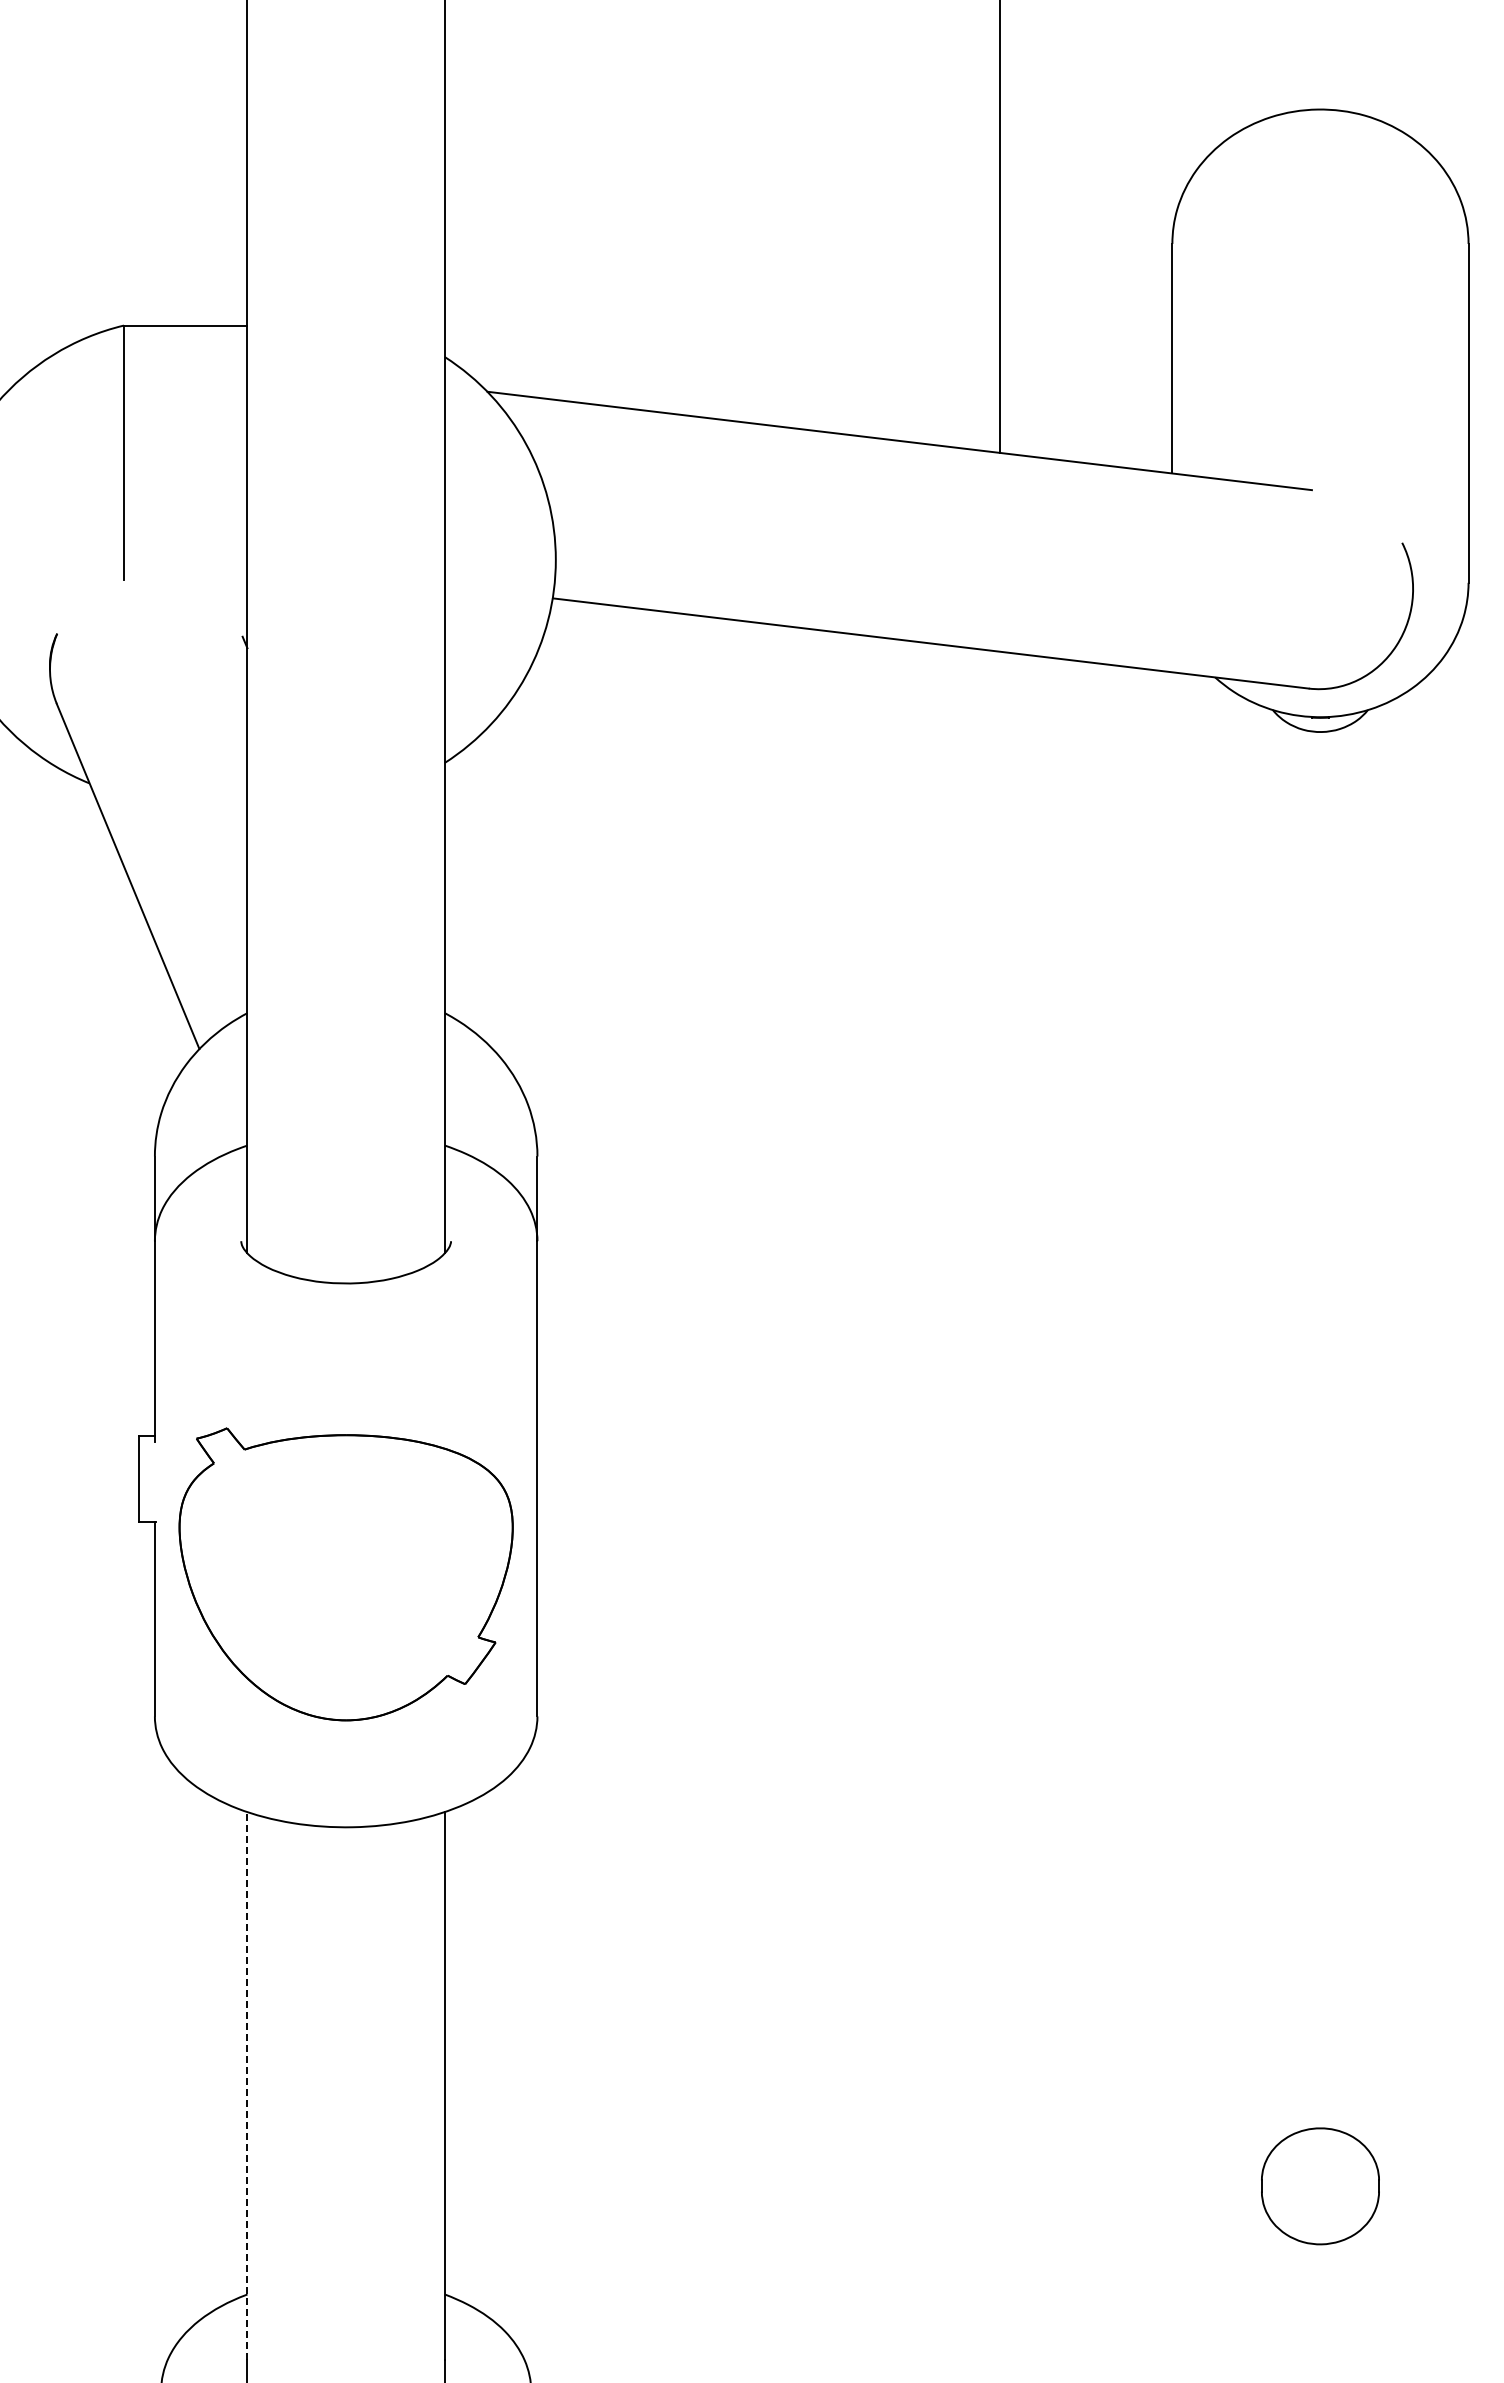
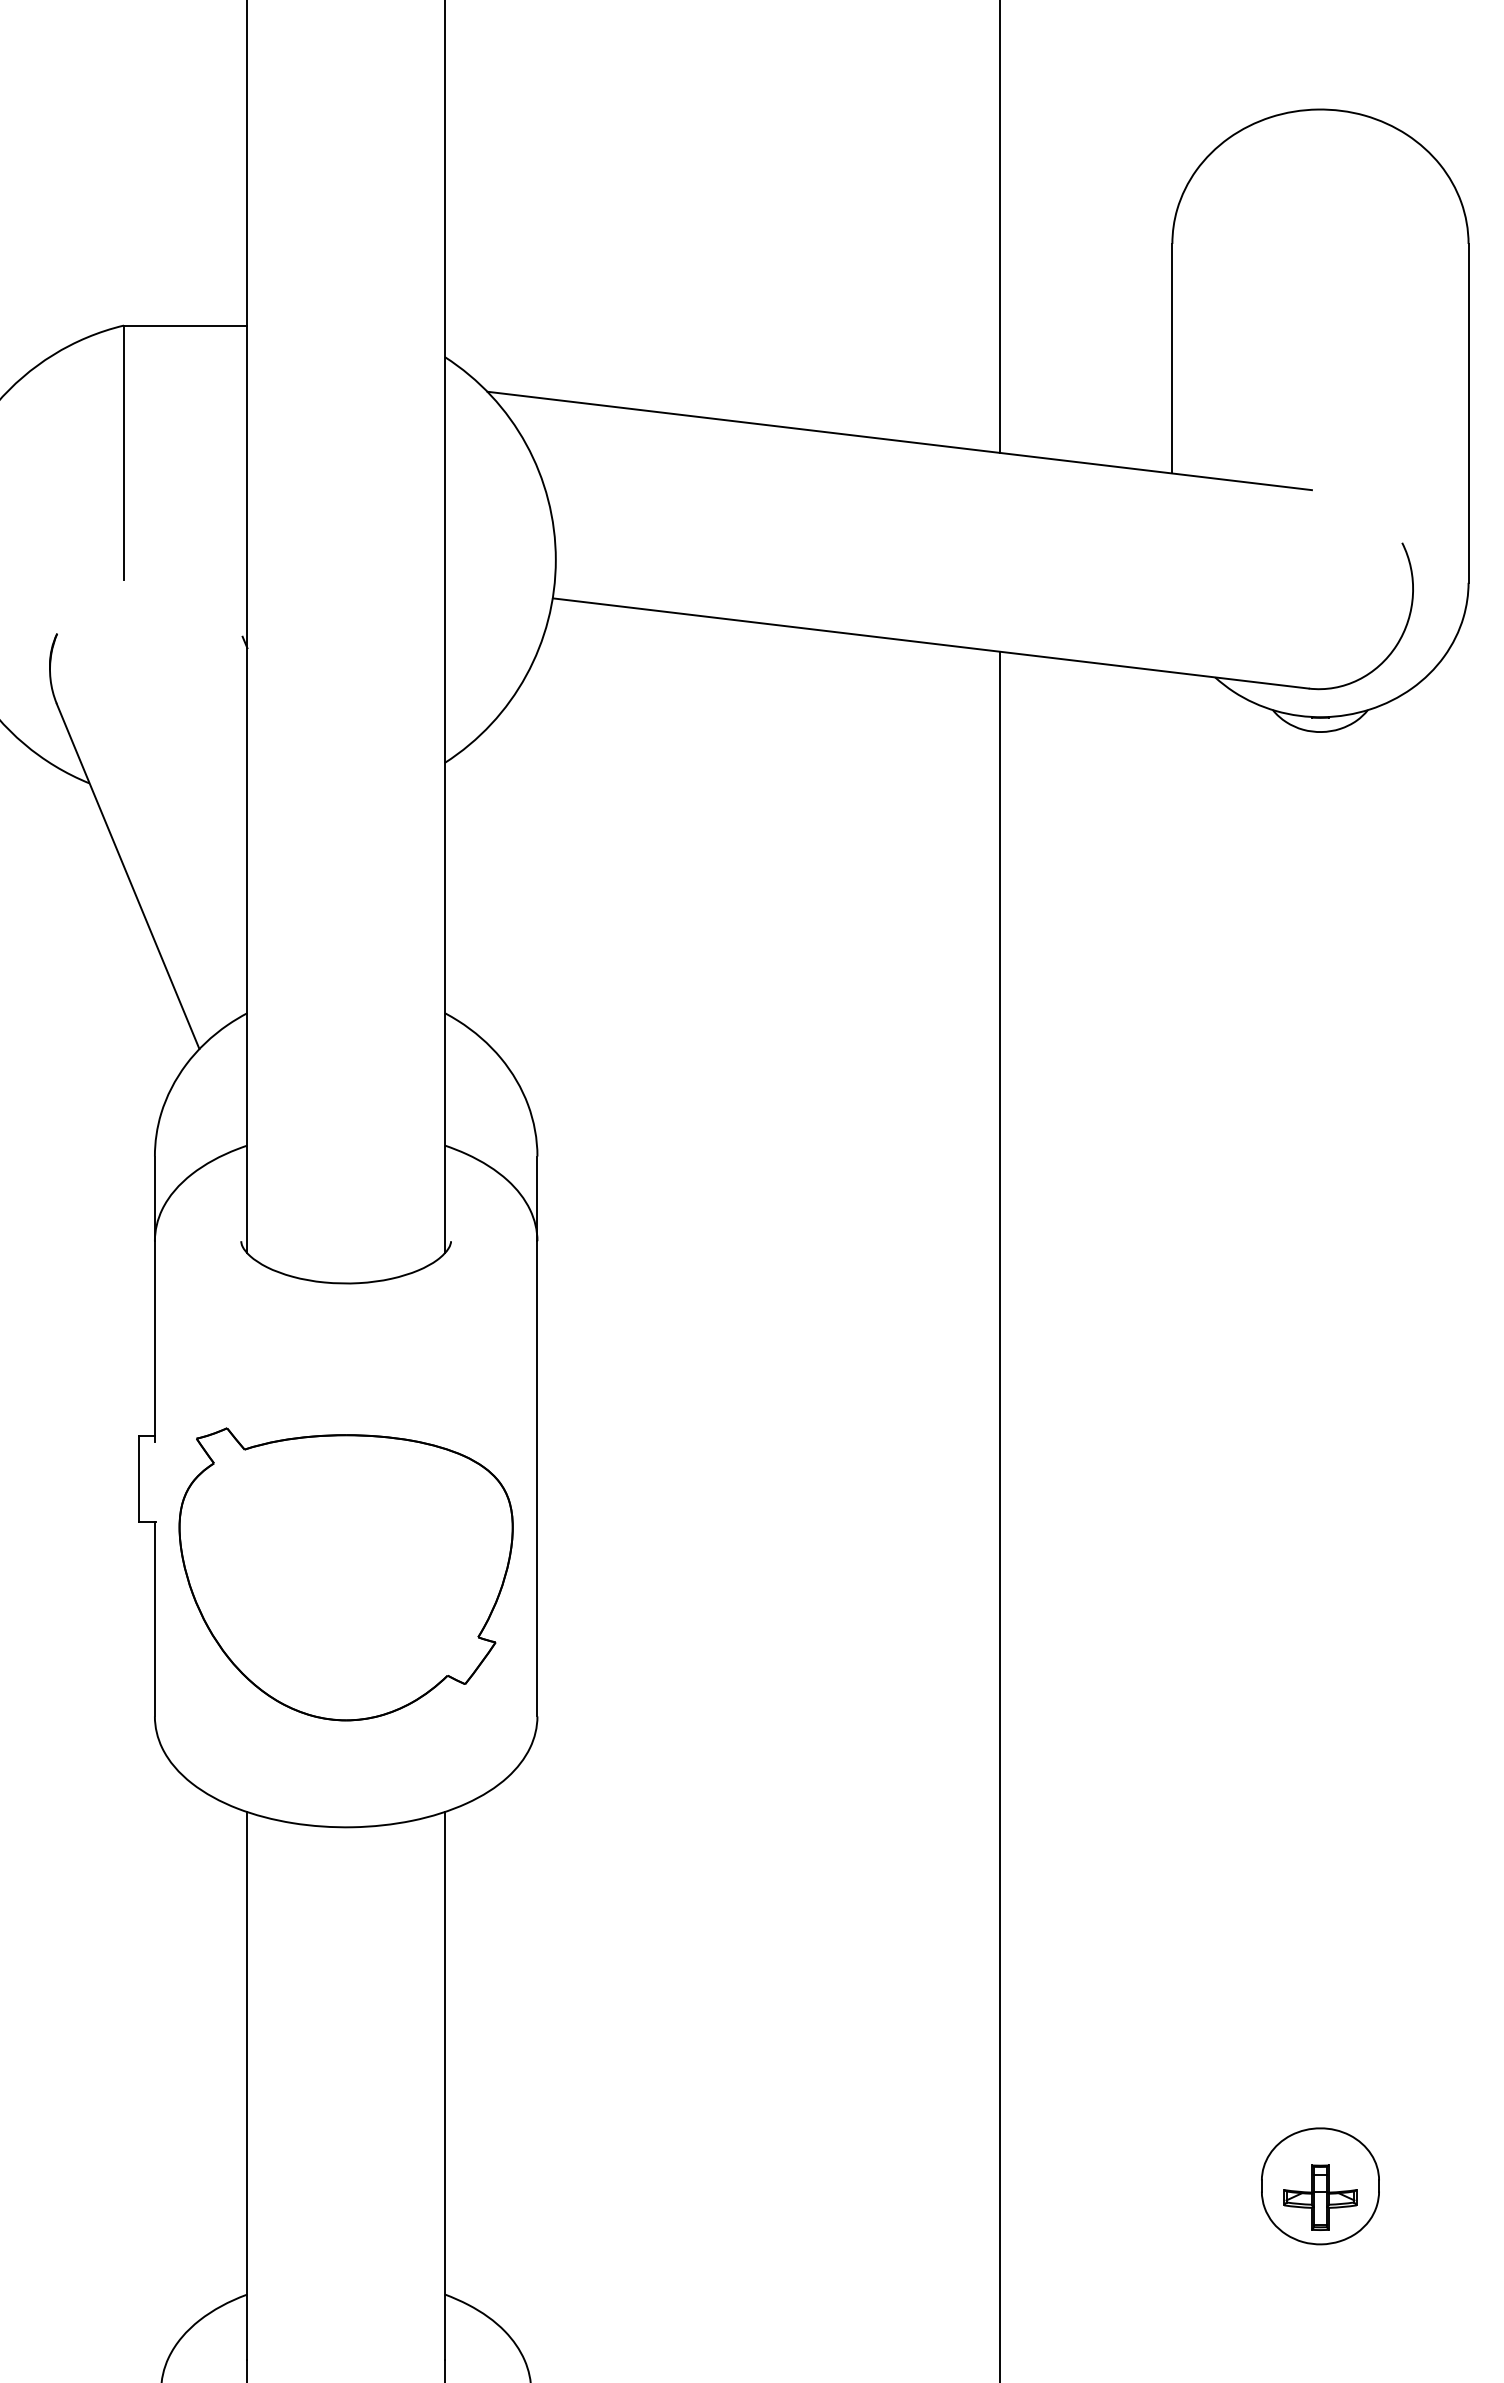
line at (999, 1515): none -> present
line at (247, 2085): dashed -> solid
part at (1320, 2197): none -> present
